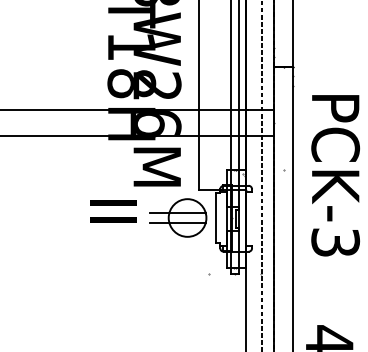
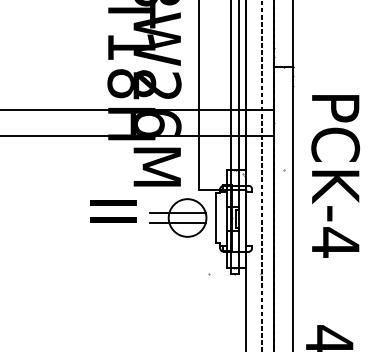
text at (335, 242): PCK-3 -> PCK-4
